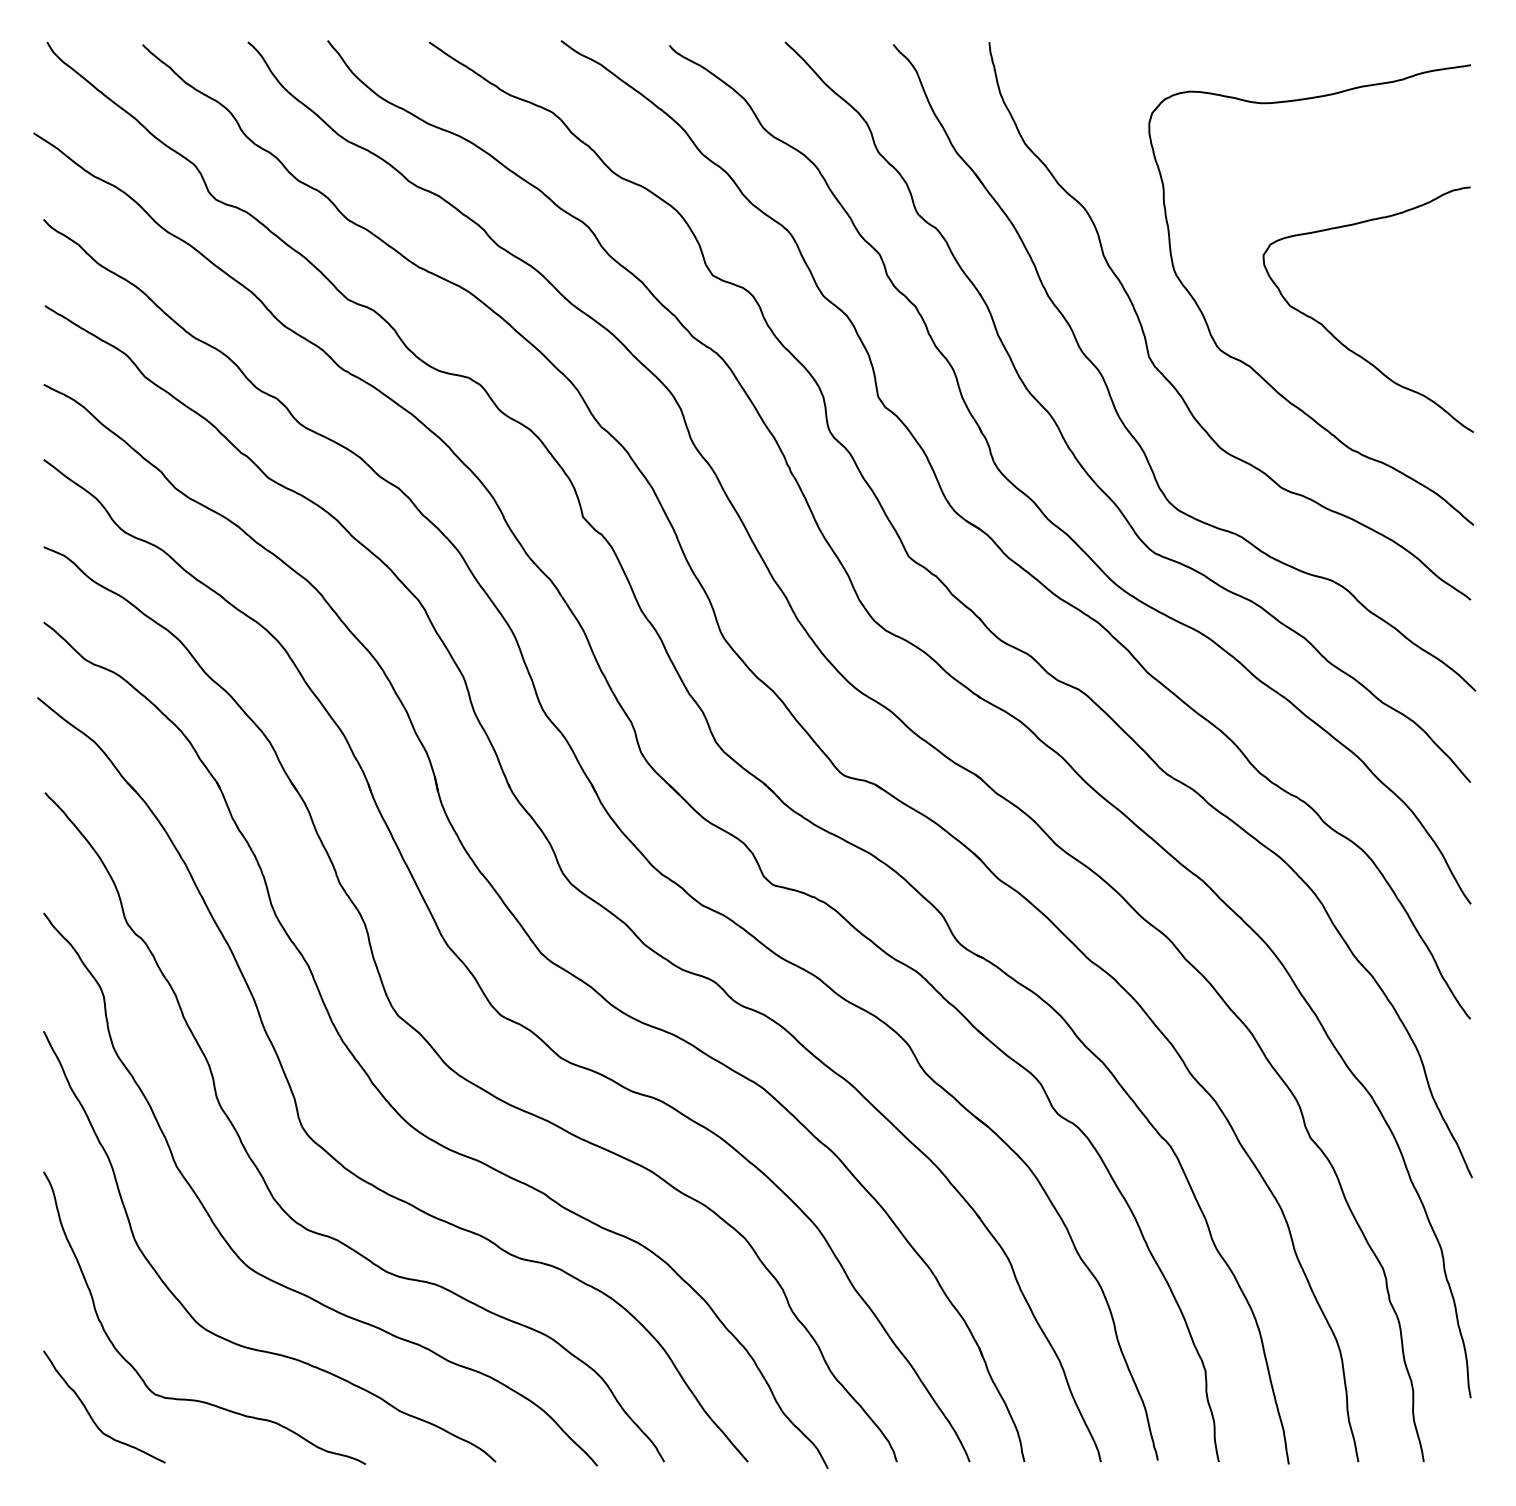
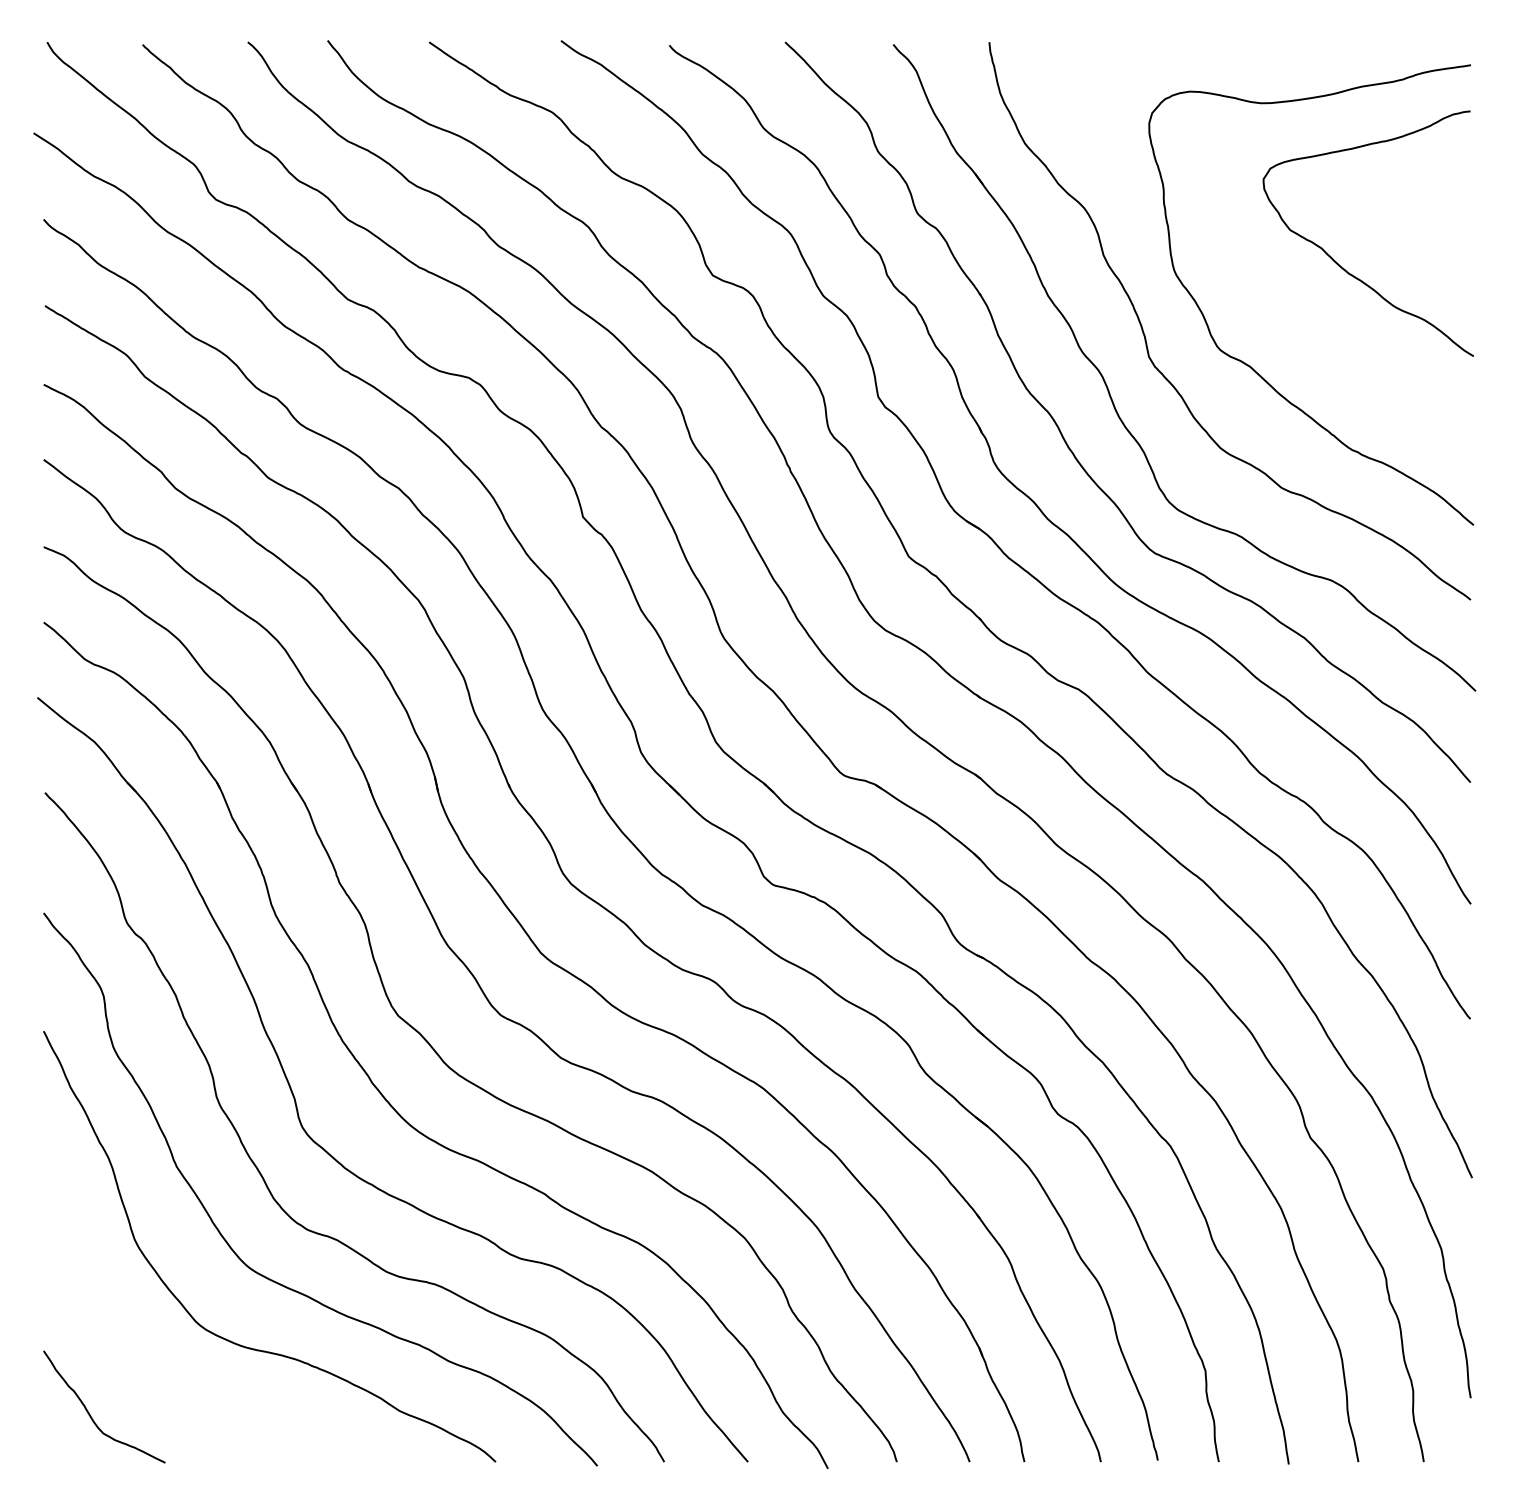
curve at (1343, 343) position: (1343, 343) -> (1343, 267)
curve at (196, 1399): present -> none
